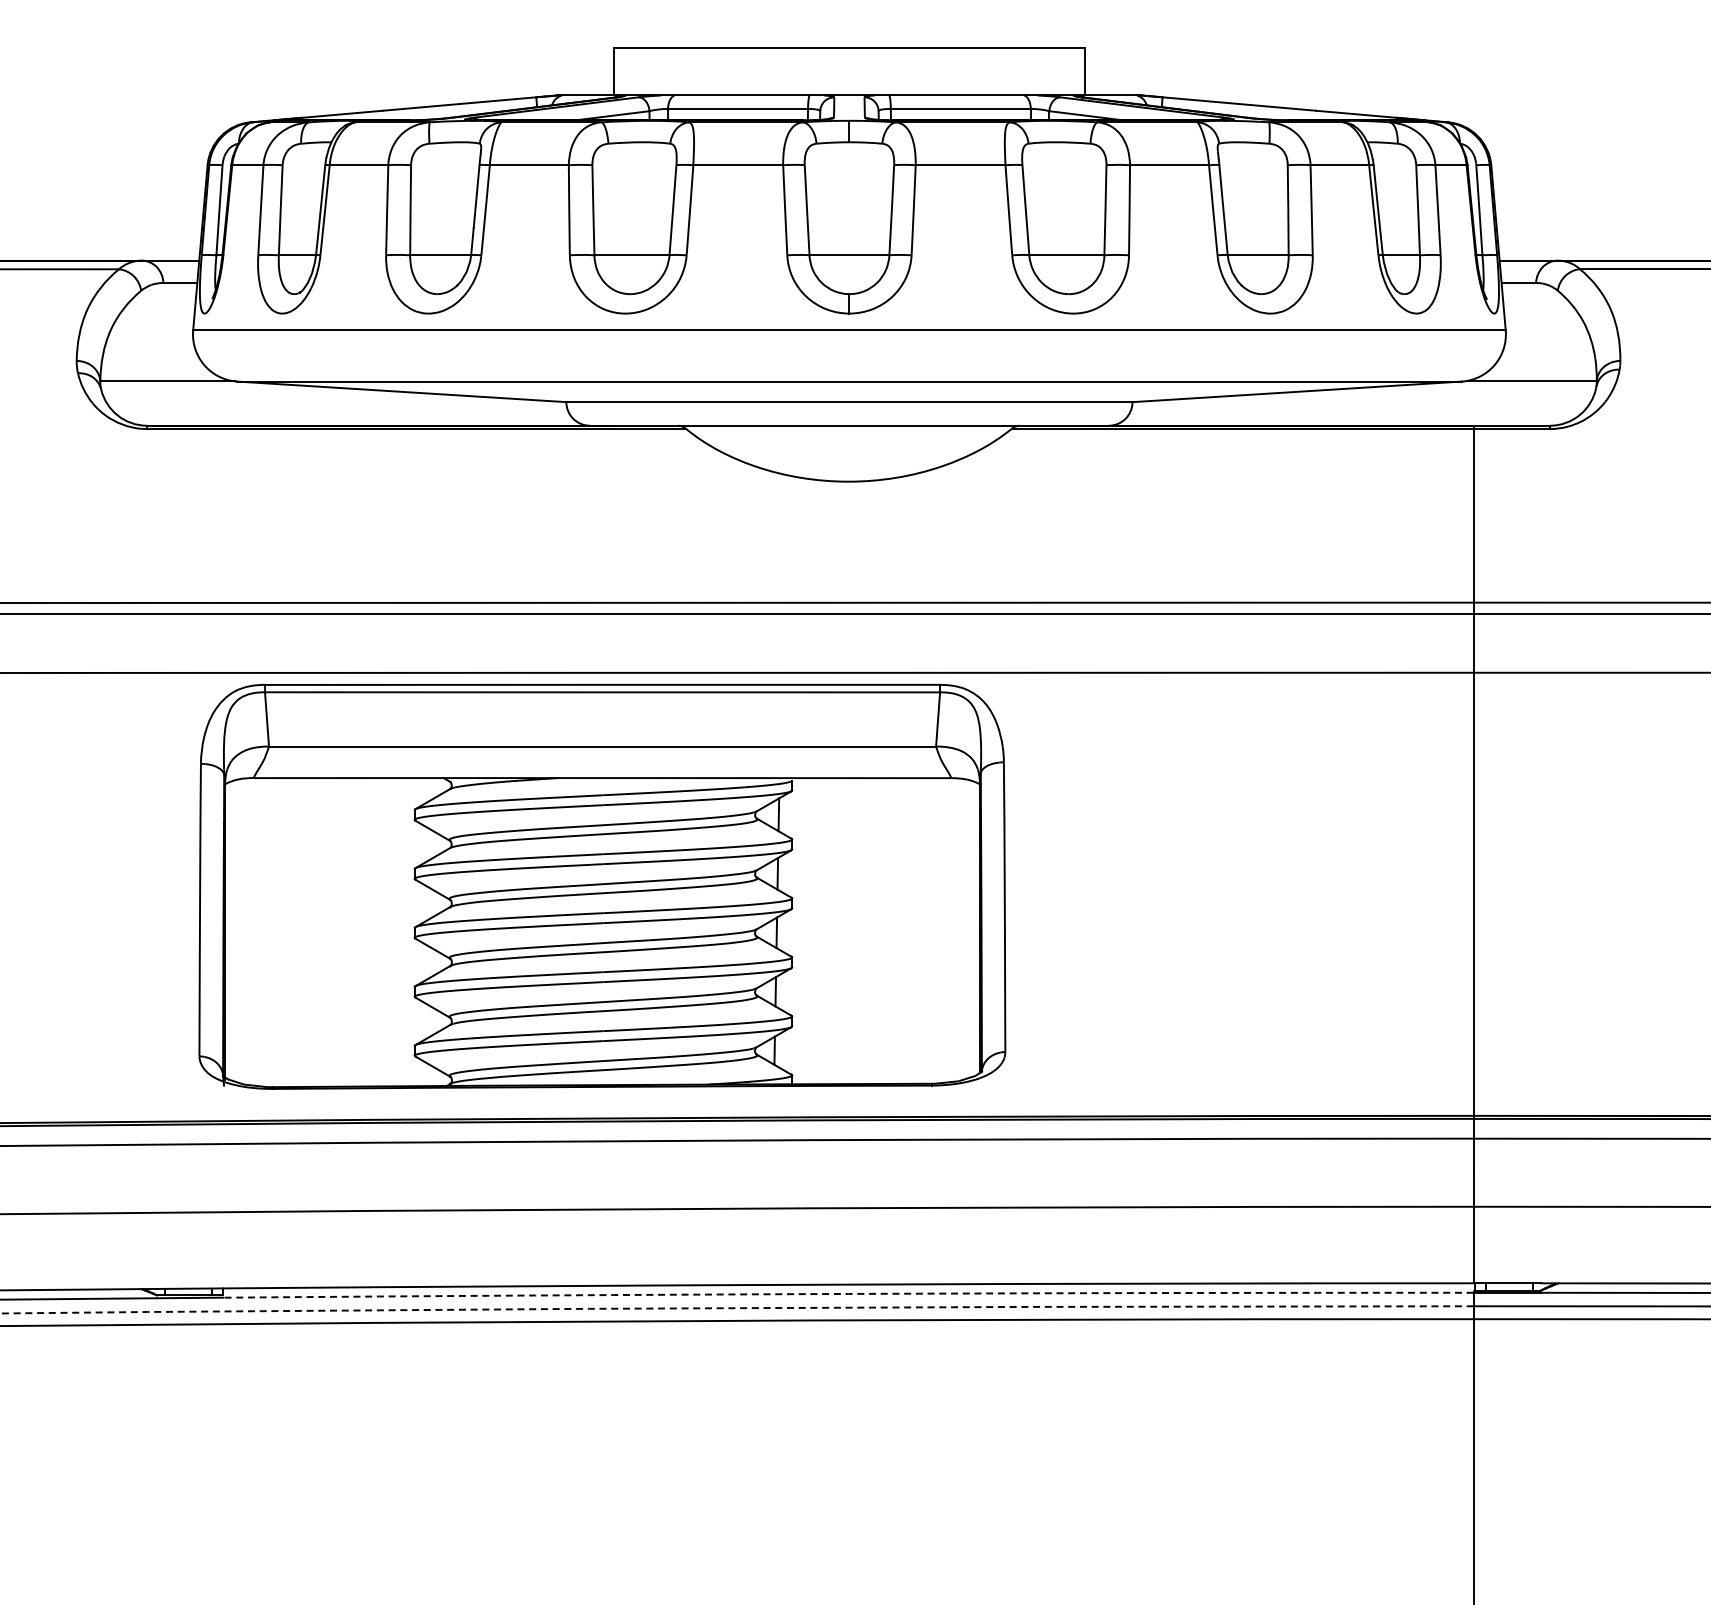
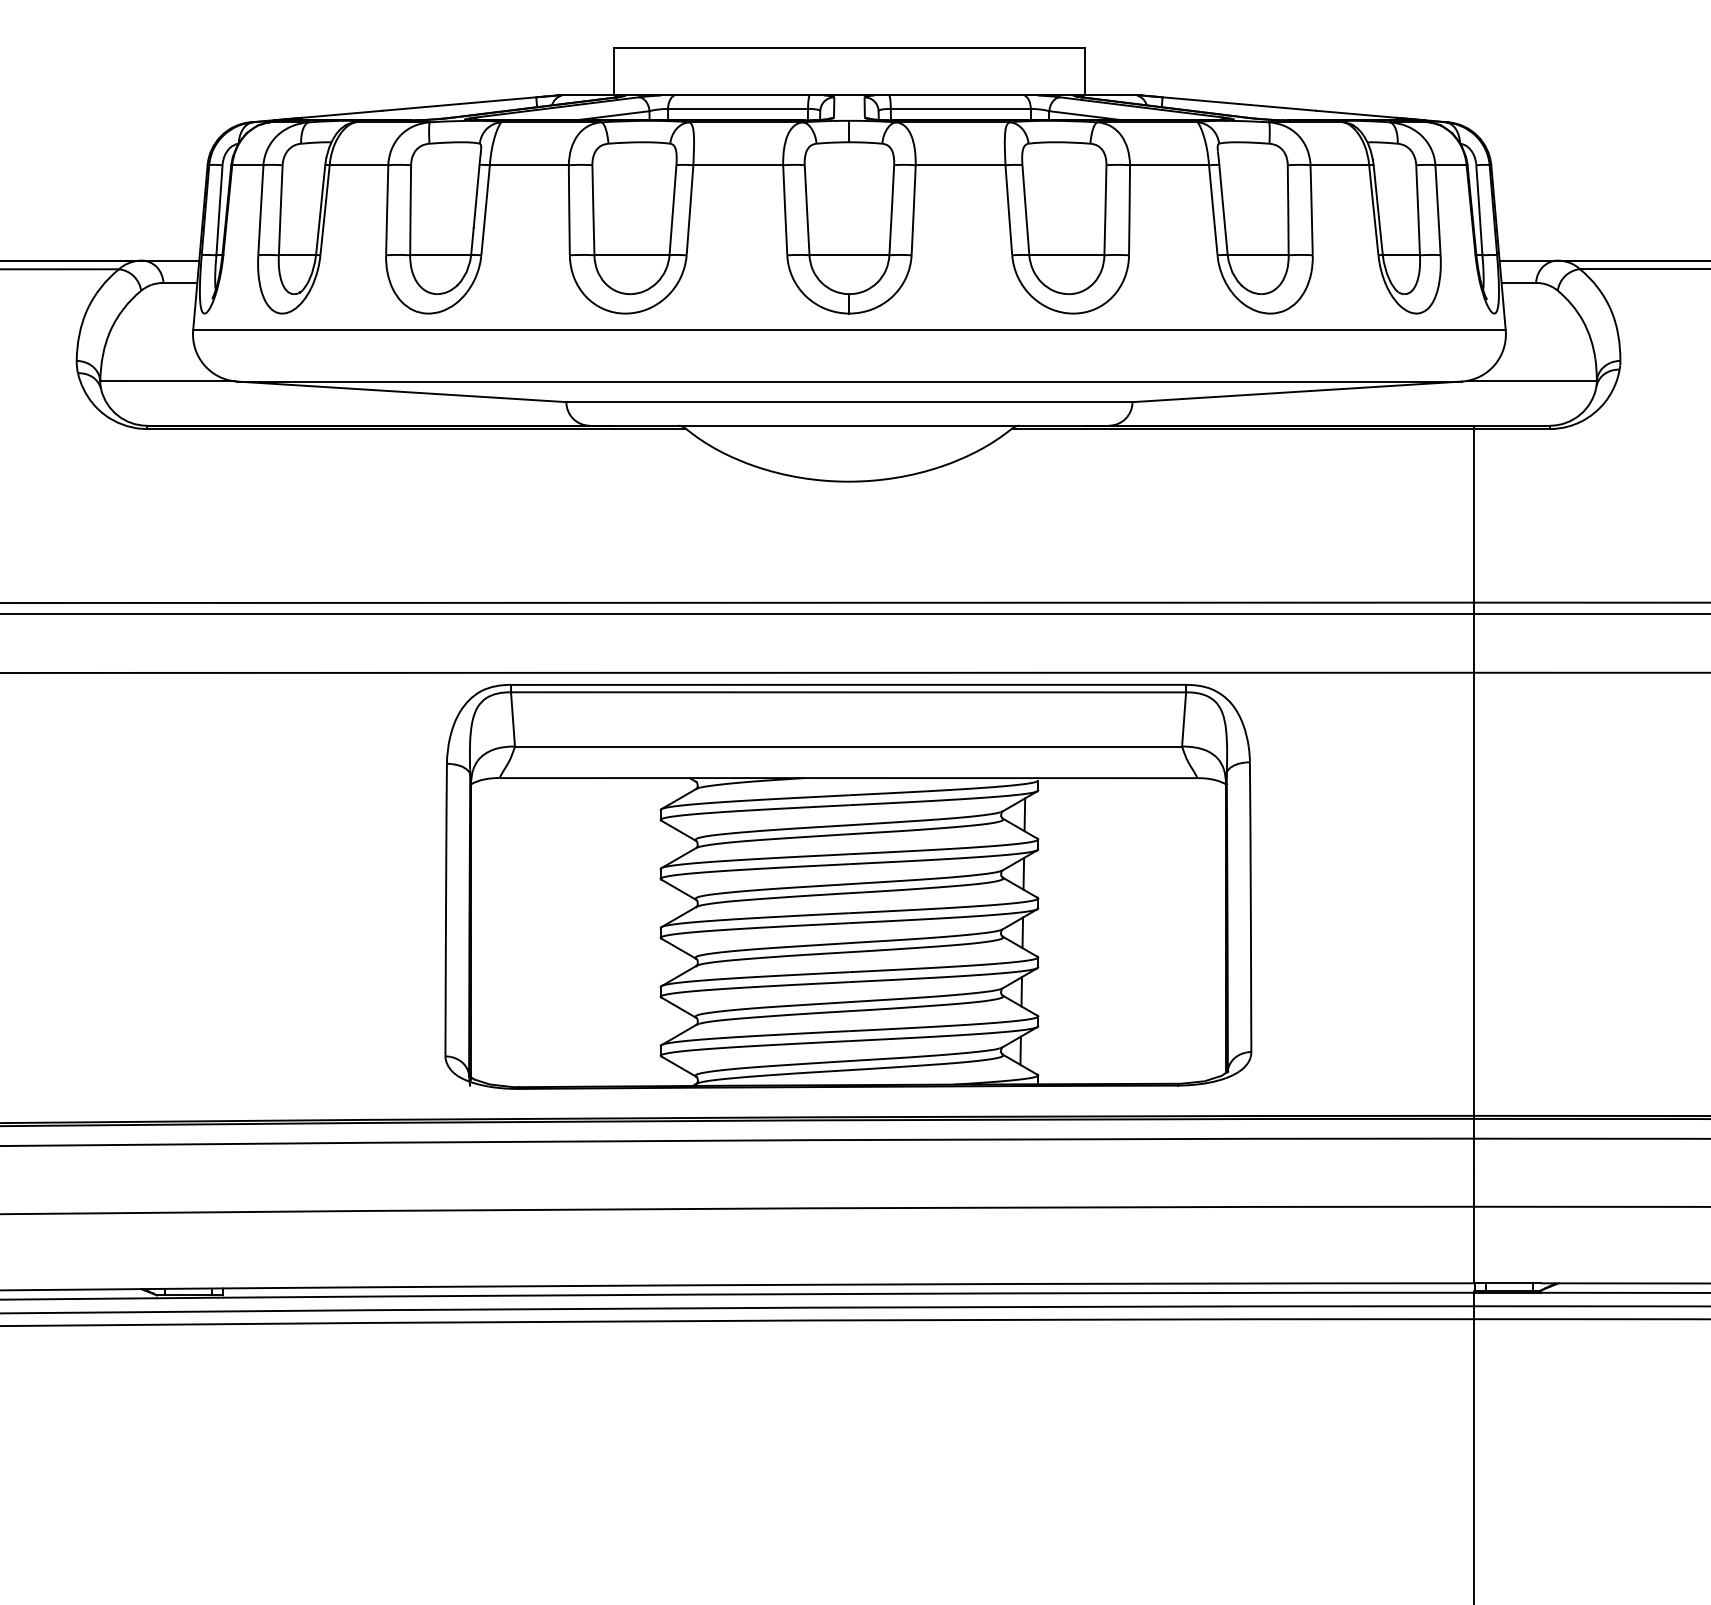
part at (602, 886) position: (602, 886) -> (848, 886)
arc at (848, 1293): dashed -> solid
arc at (736, 1308): dashed -> solid
